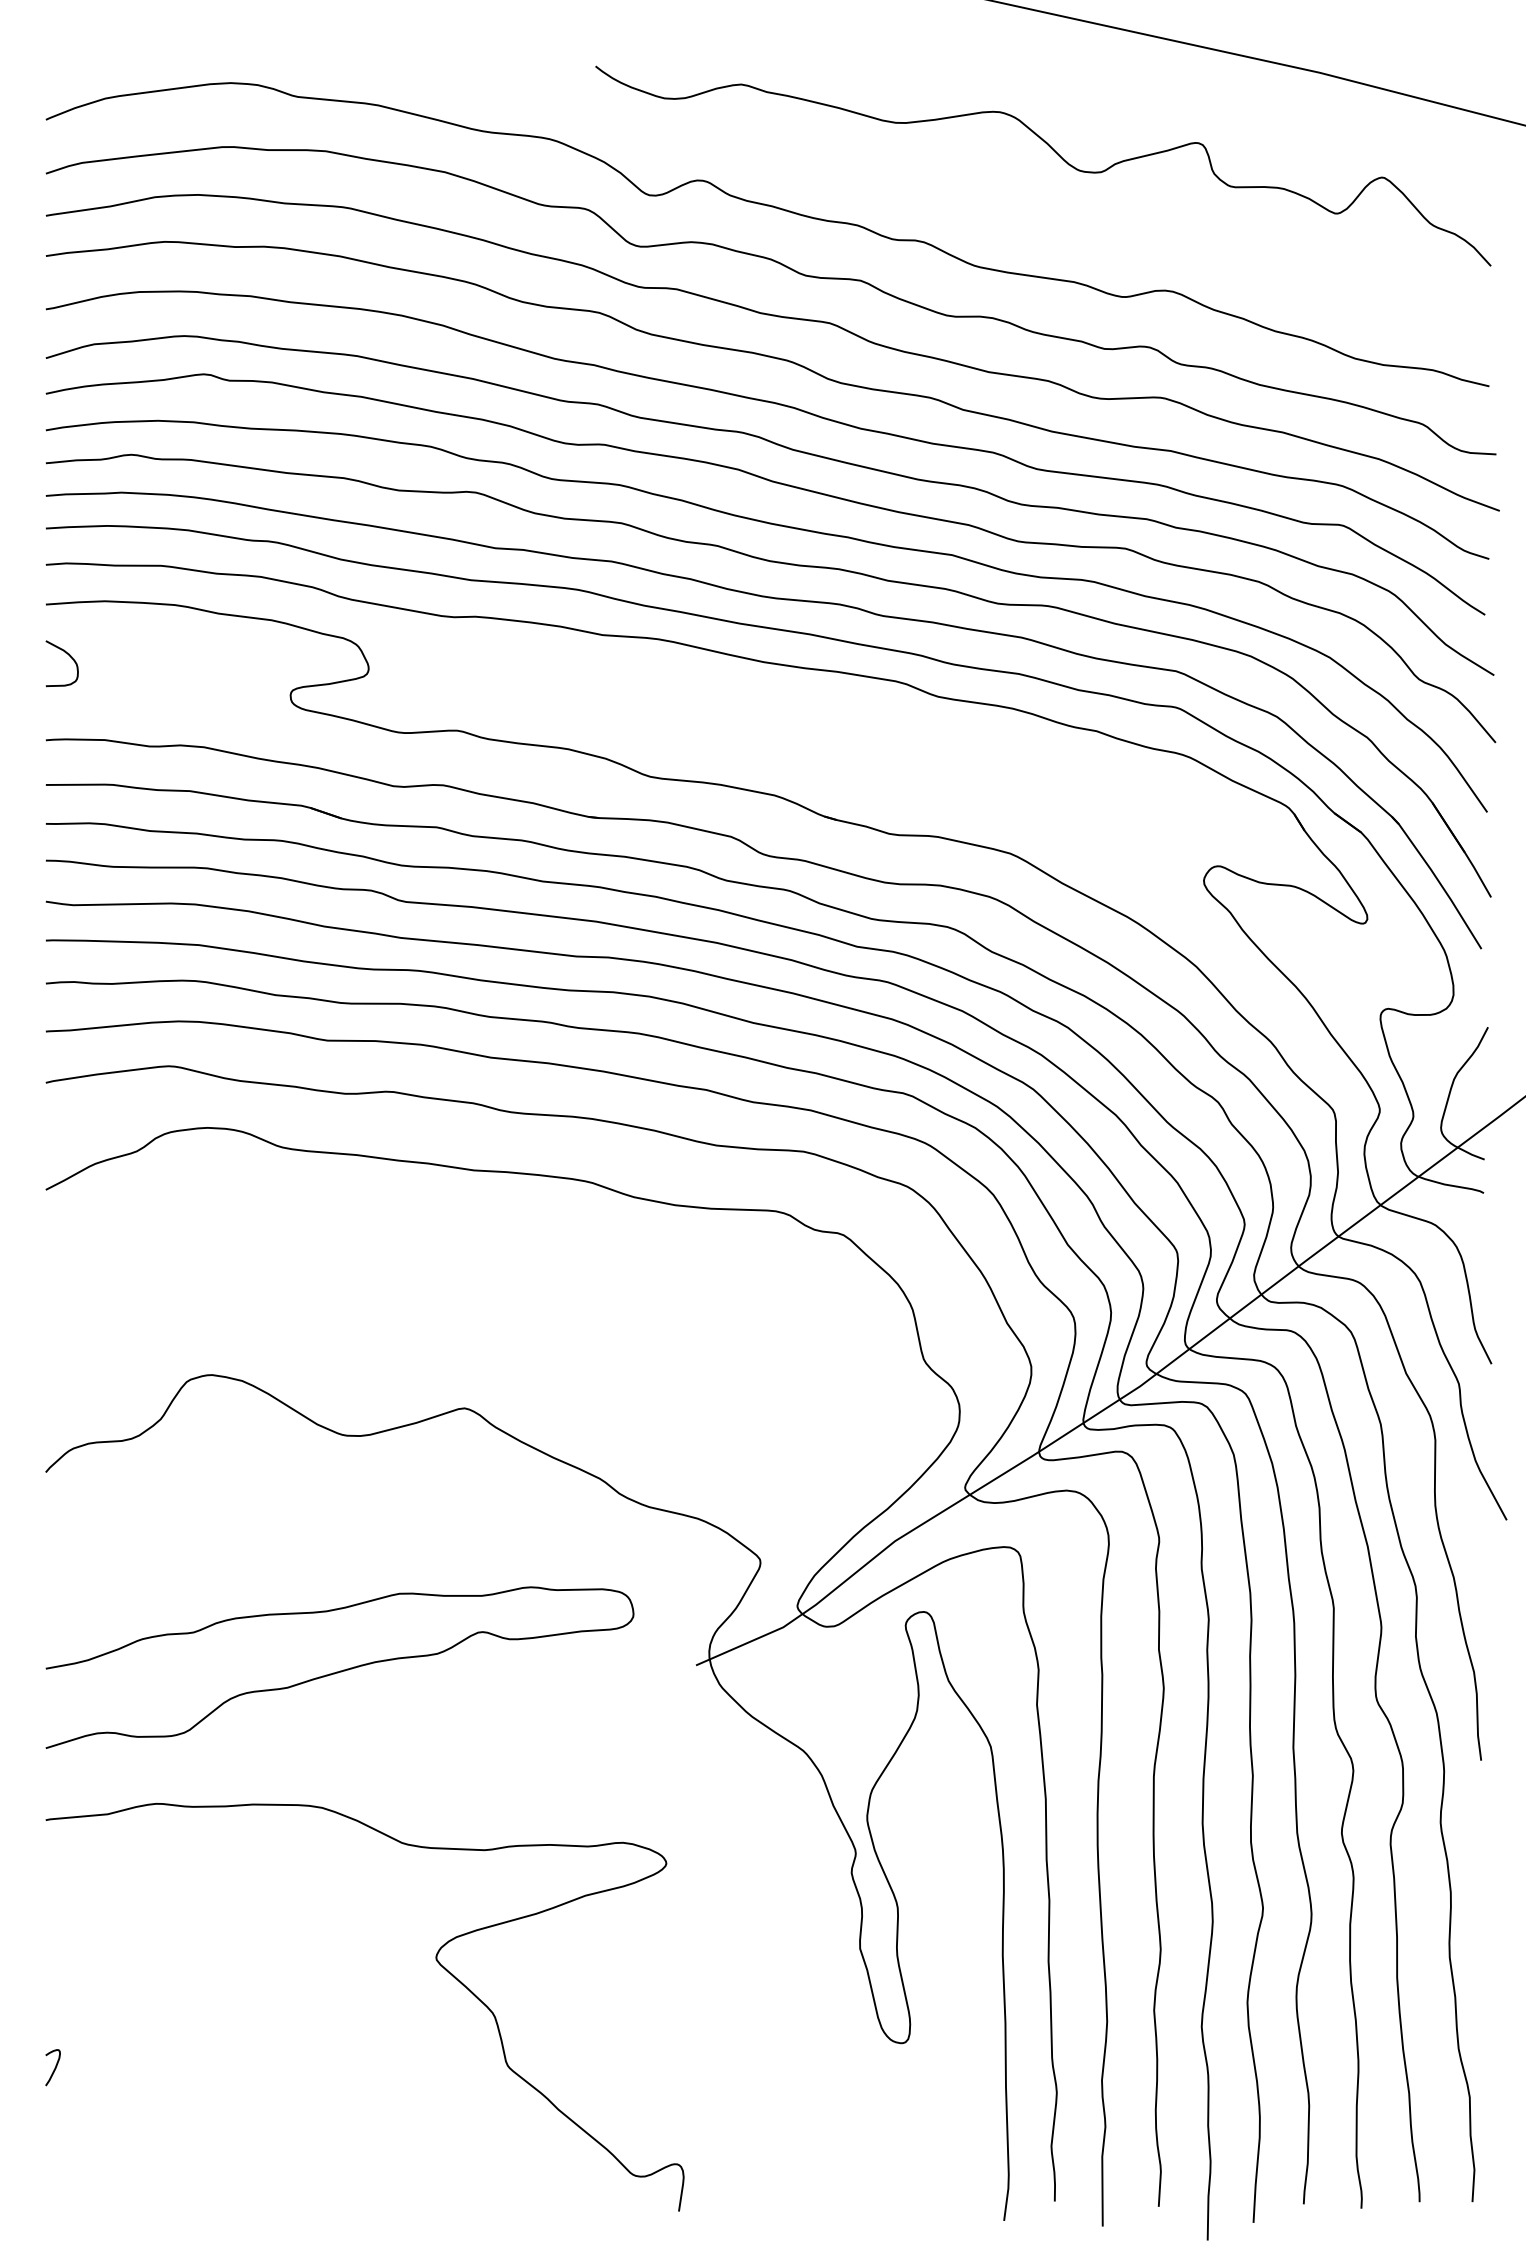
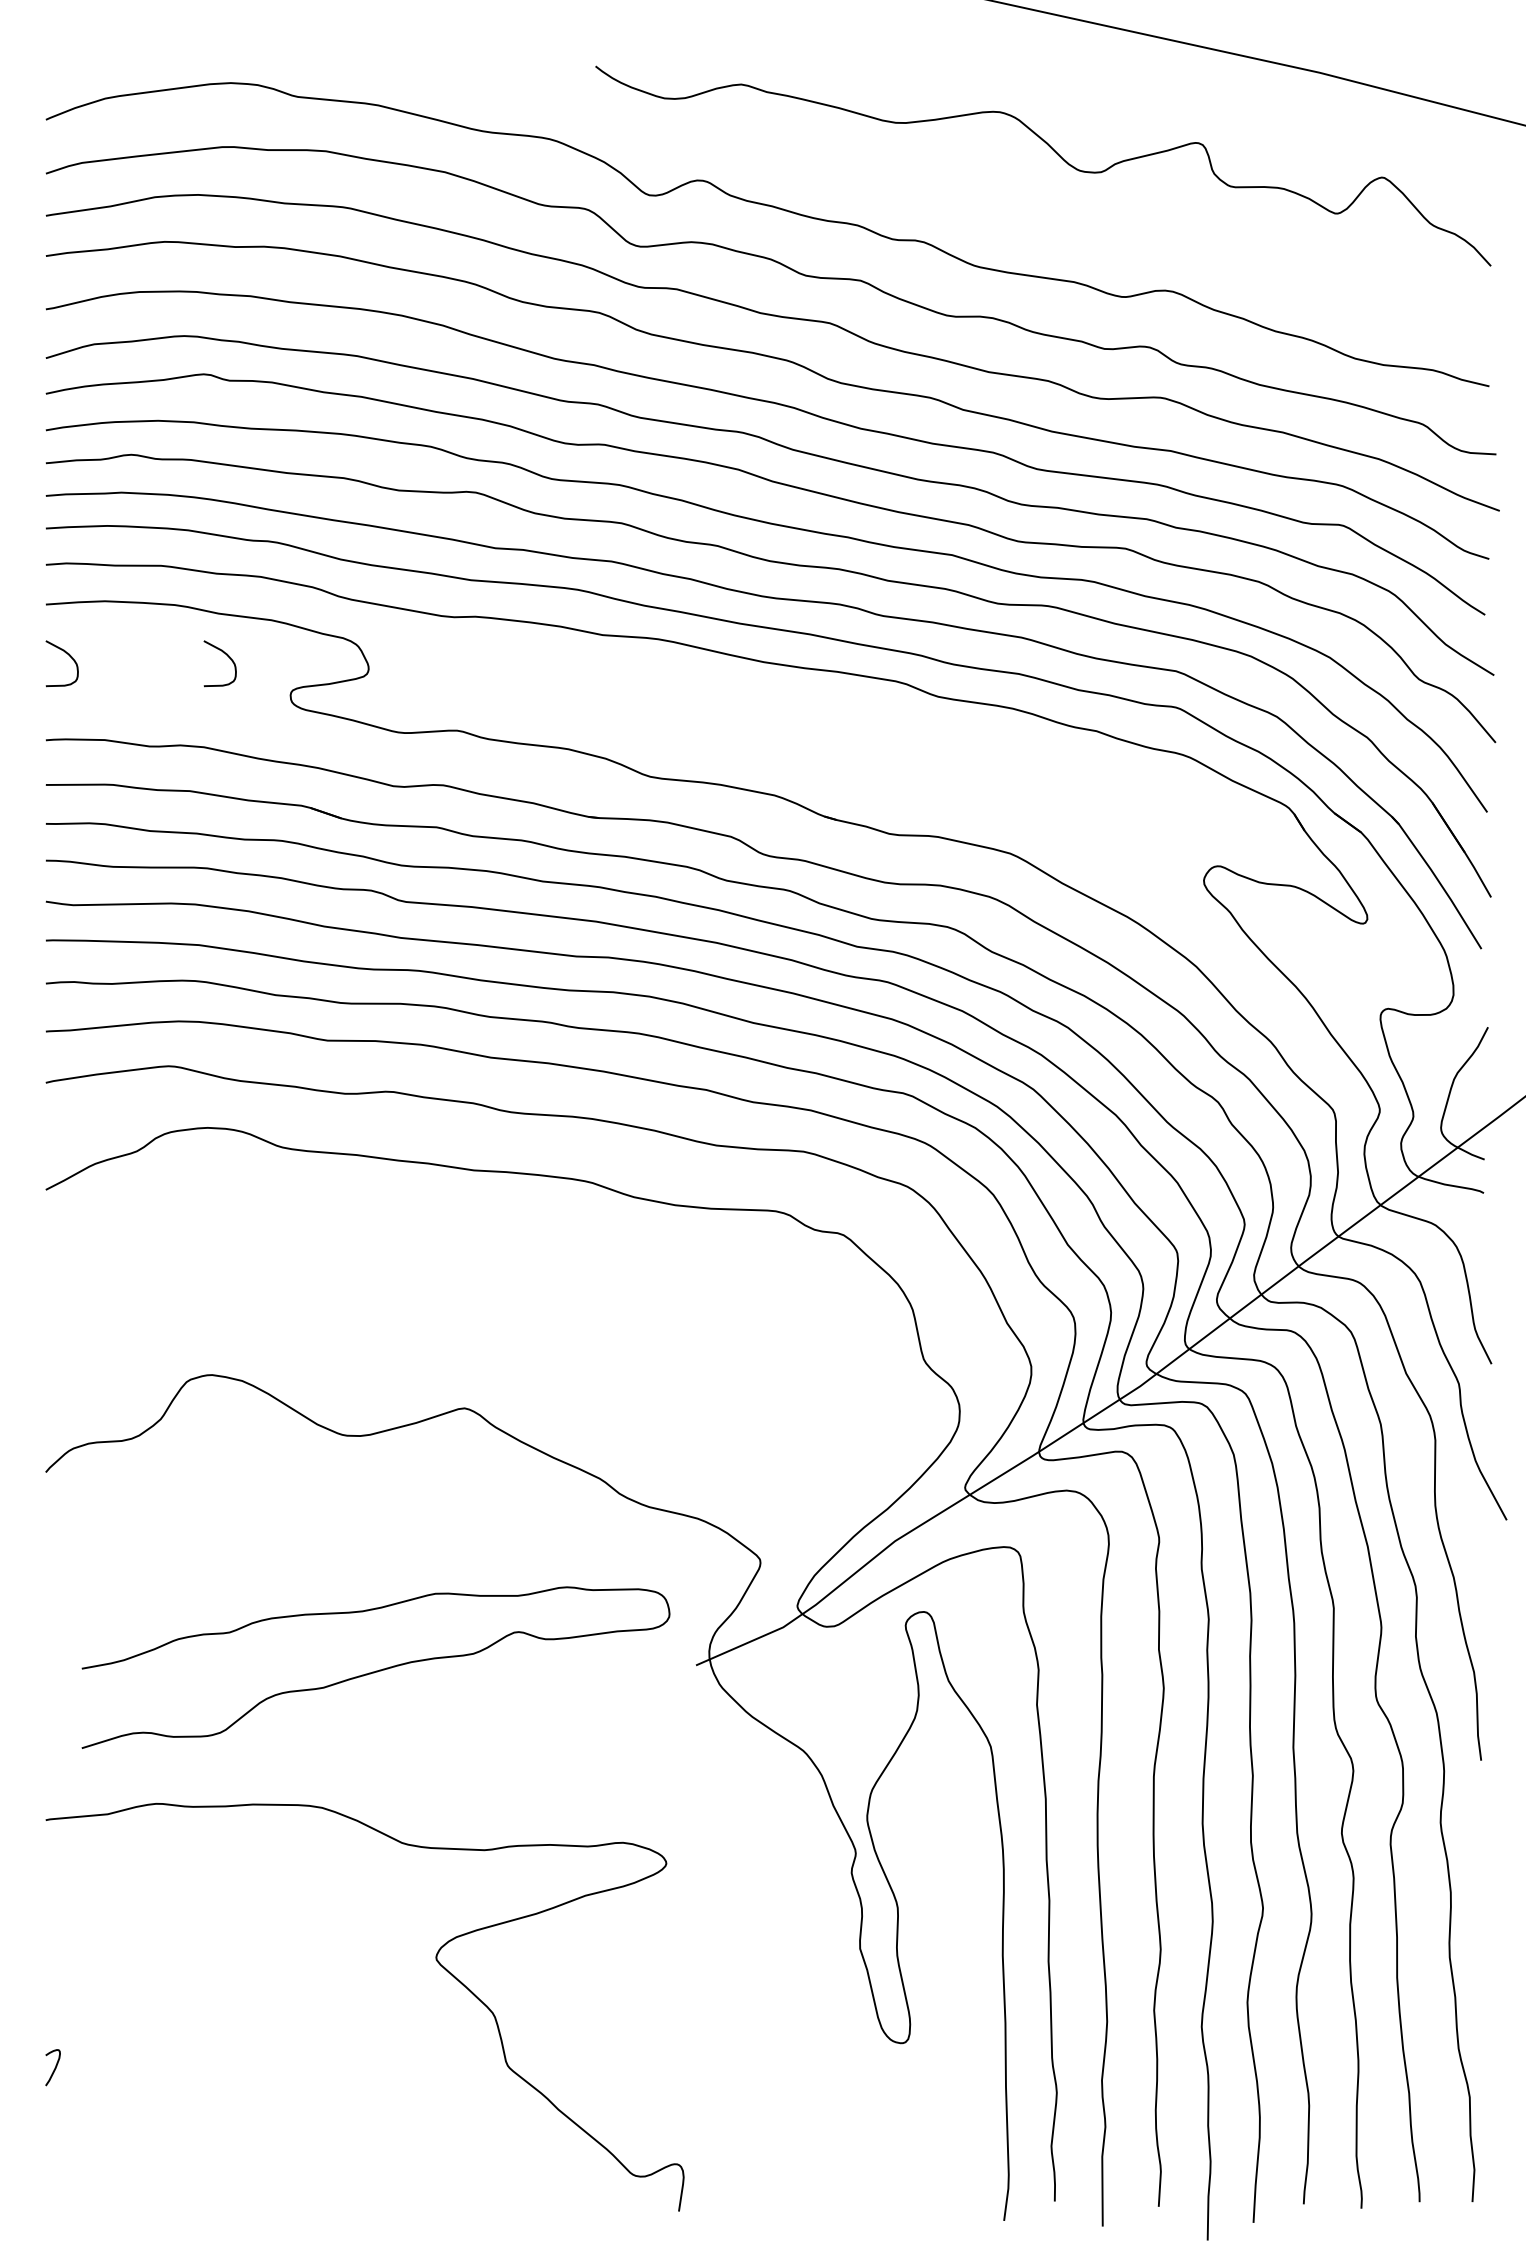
curve at (226, 655): none -> present
curve at (340, 1670) position: (340, 1670) -> (376, 1670)
